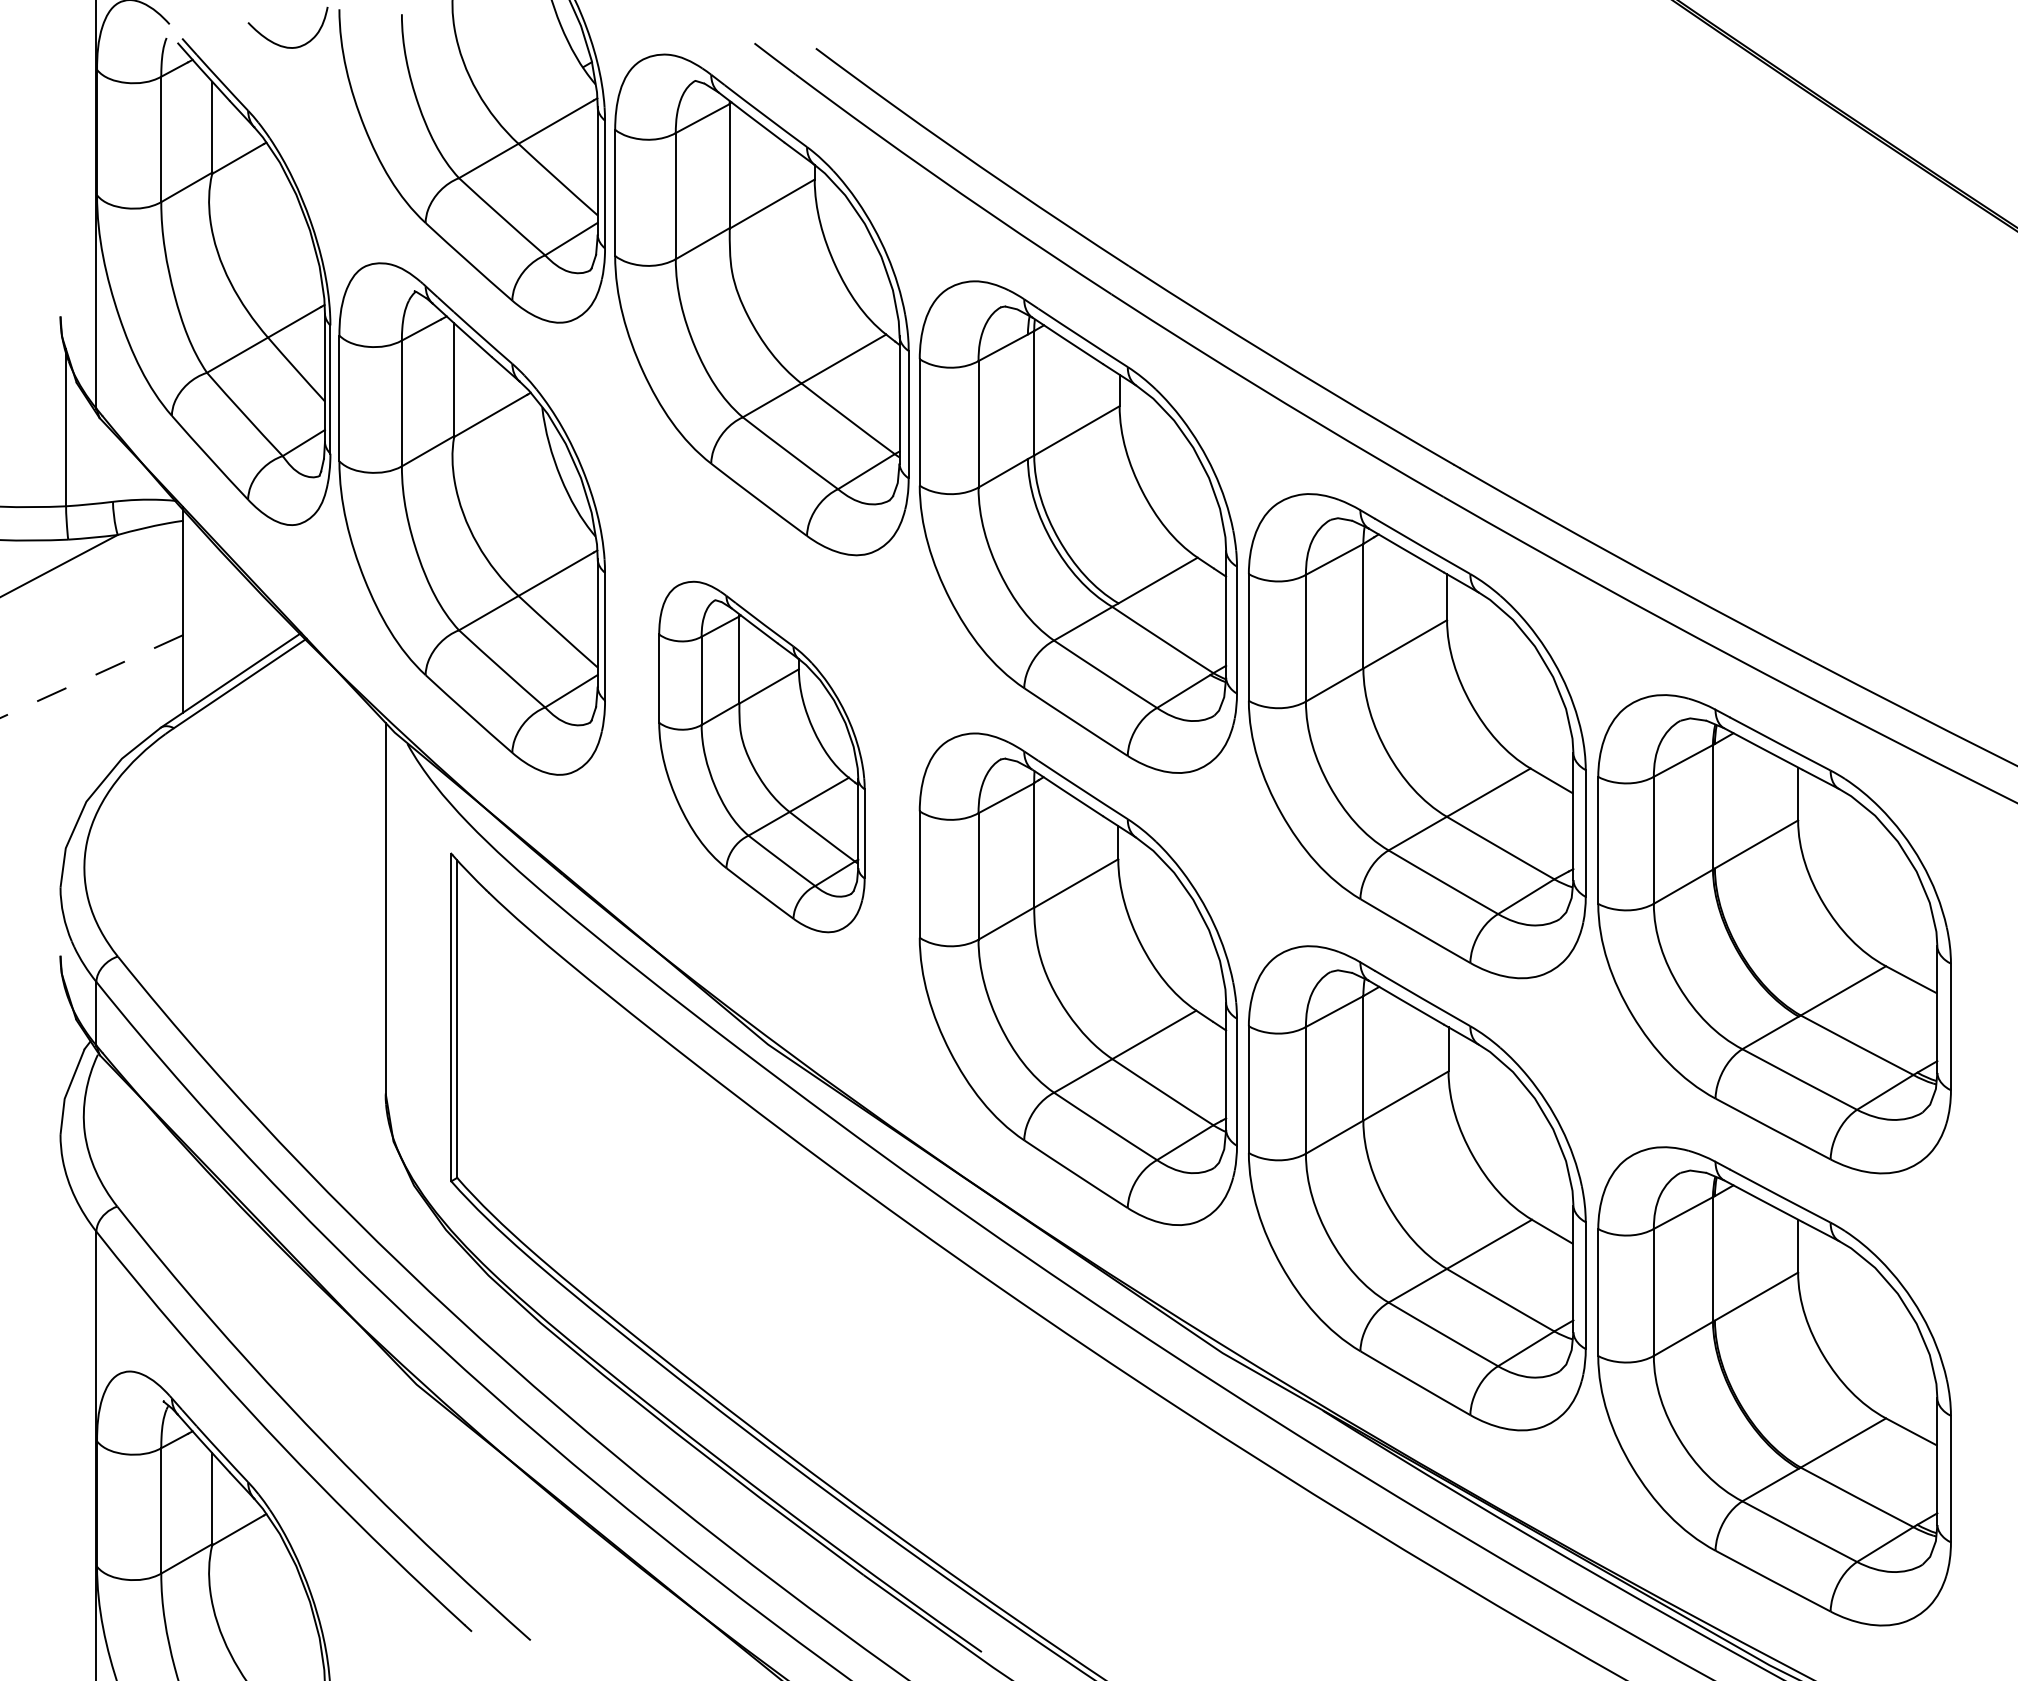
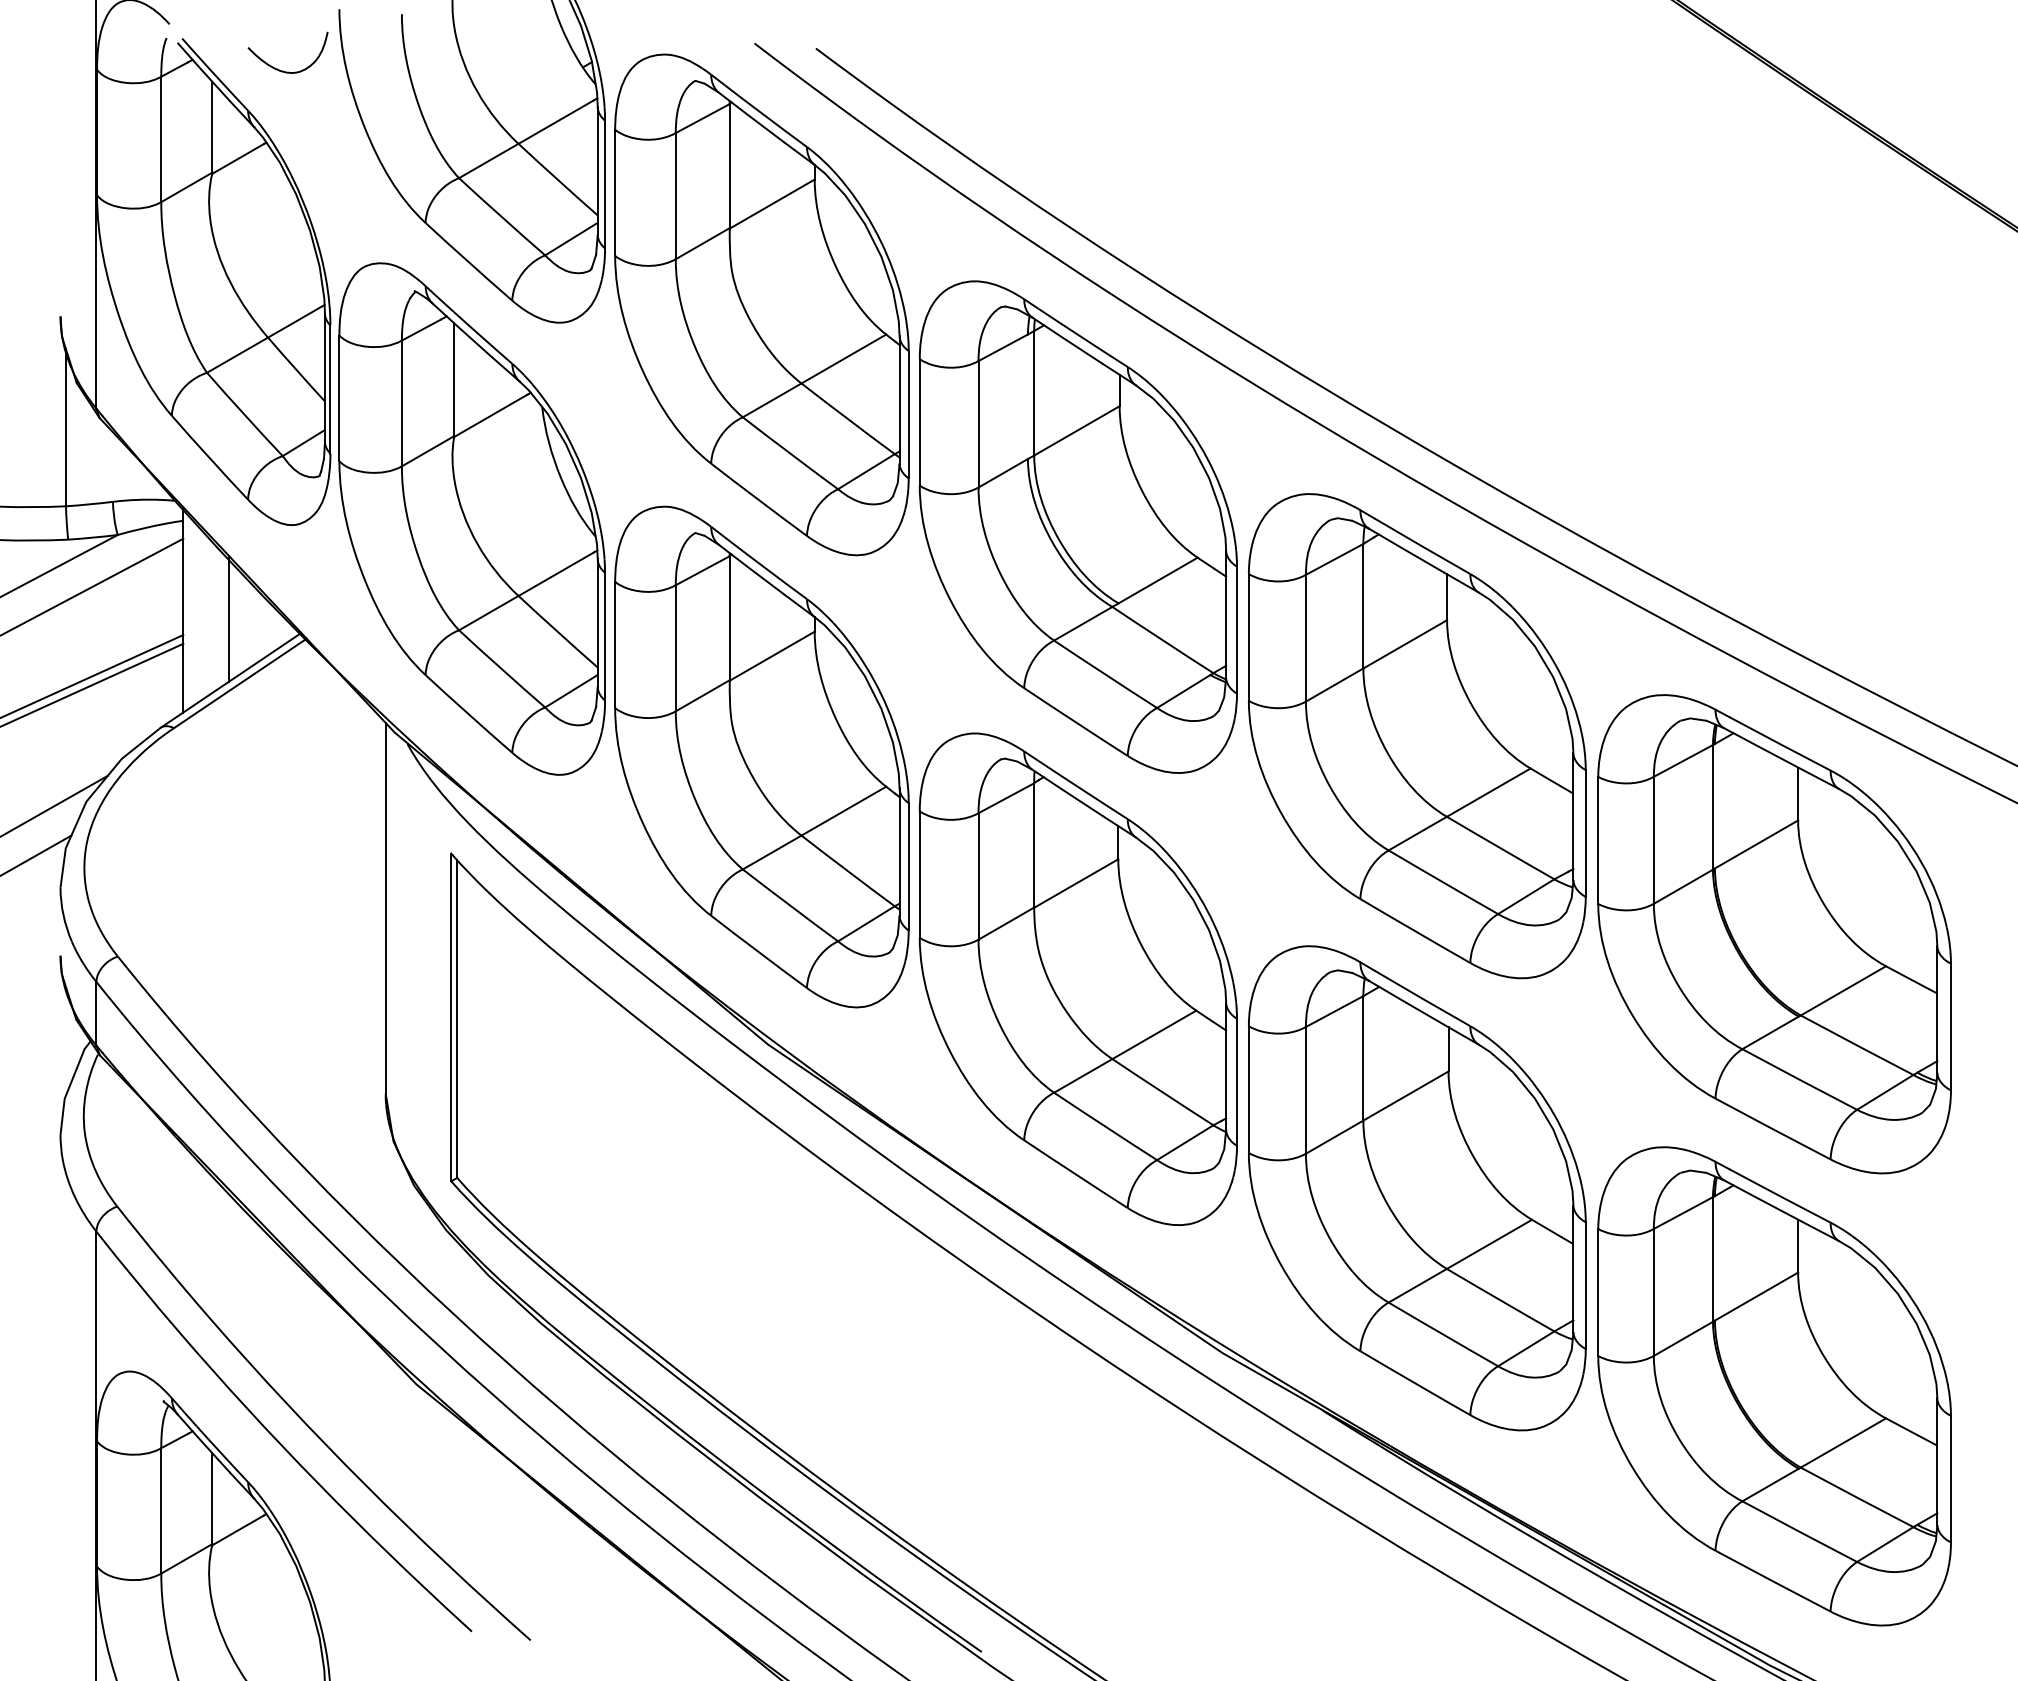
curve at (283, 45) position: (283, 45) -> (283, 70)
line at (92, 586): none -> present
line at (228, 618): none -> present
line at (91, 676): dashed -> solid
line at (92, 684): none -> present
part at (761, 756) size: 208x354 px -> 296x504 px
line at (54, 805): none -> present
line at (36, 854): none -> present
